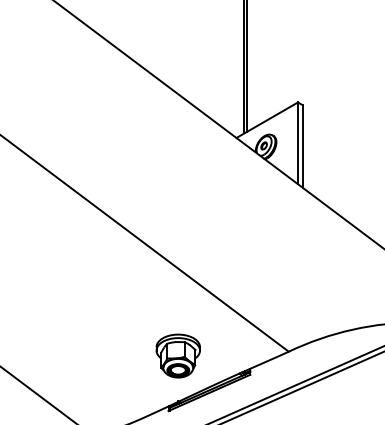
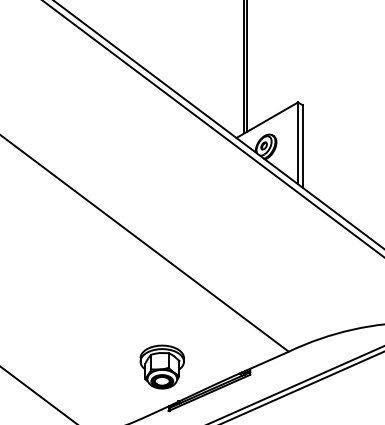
line at (213, 128): none -> present
part at (177, 355) position: (177, 355) -> (161, 366)
